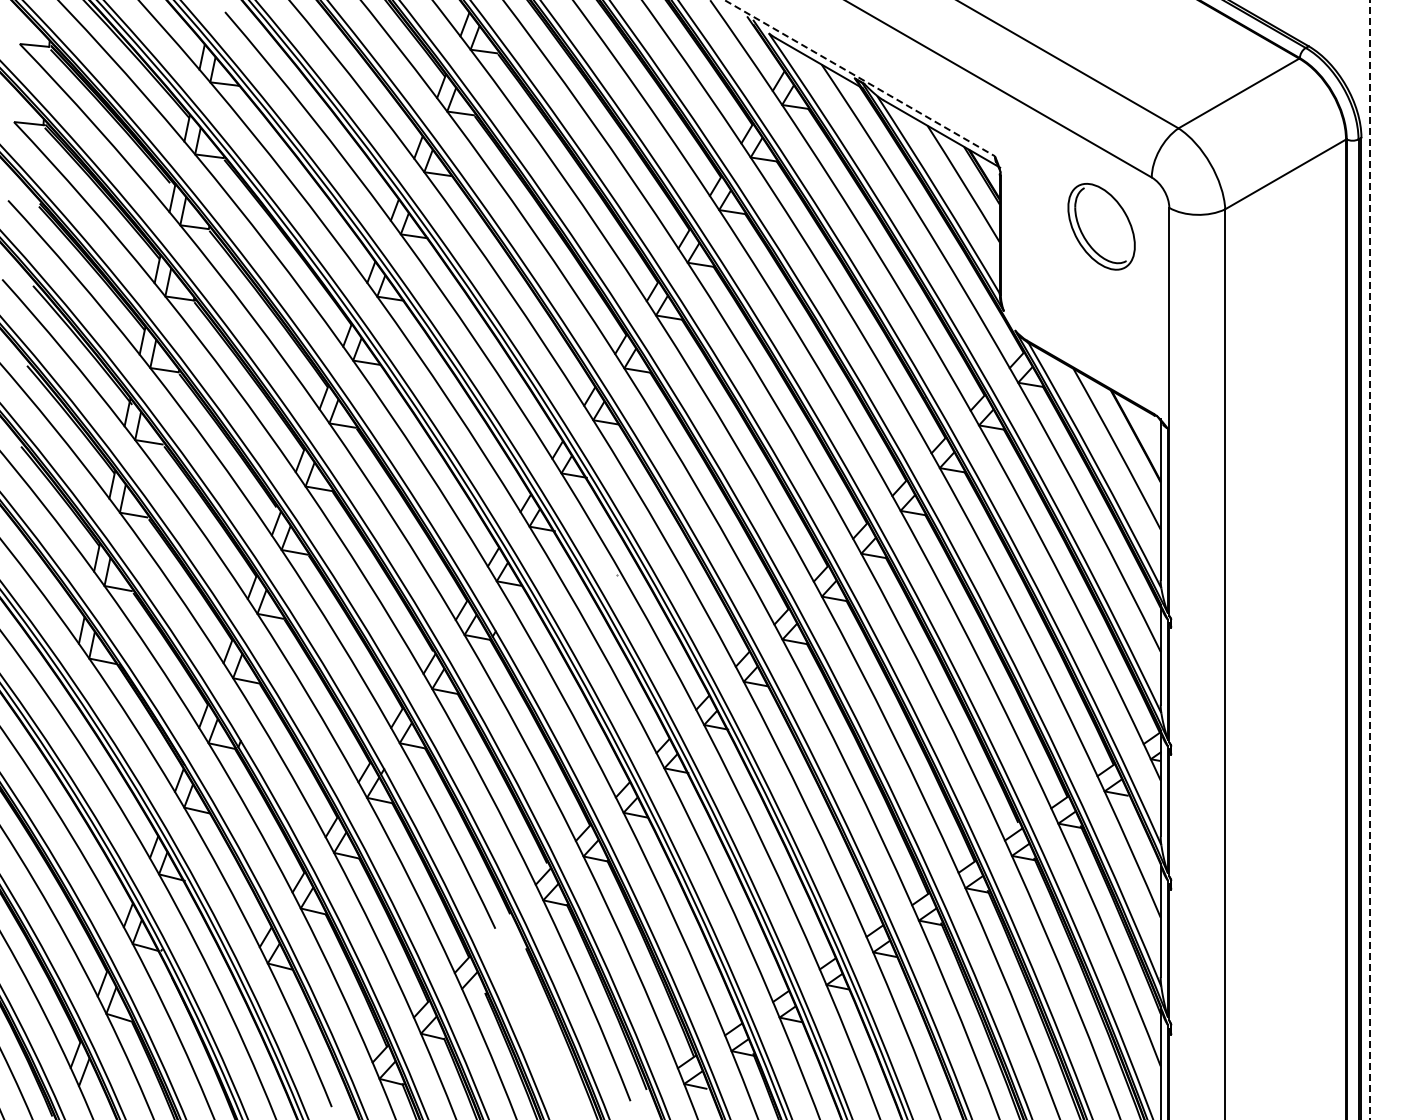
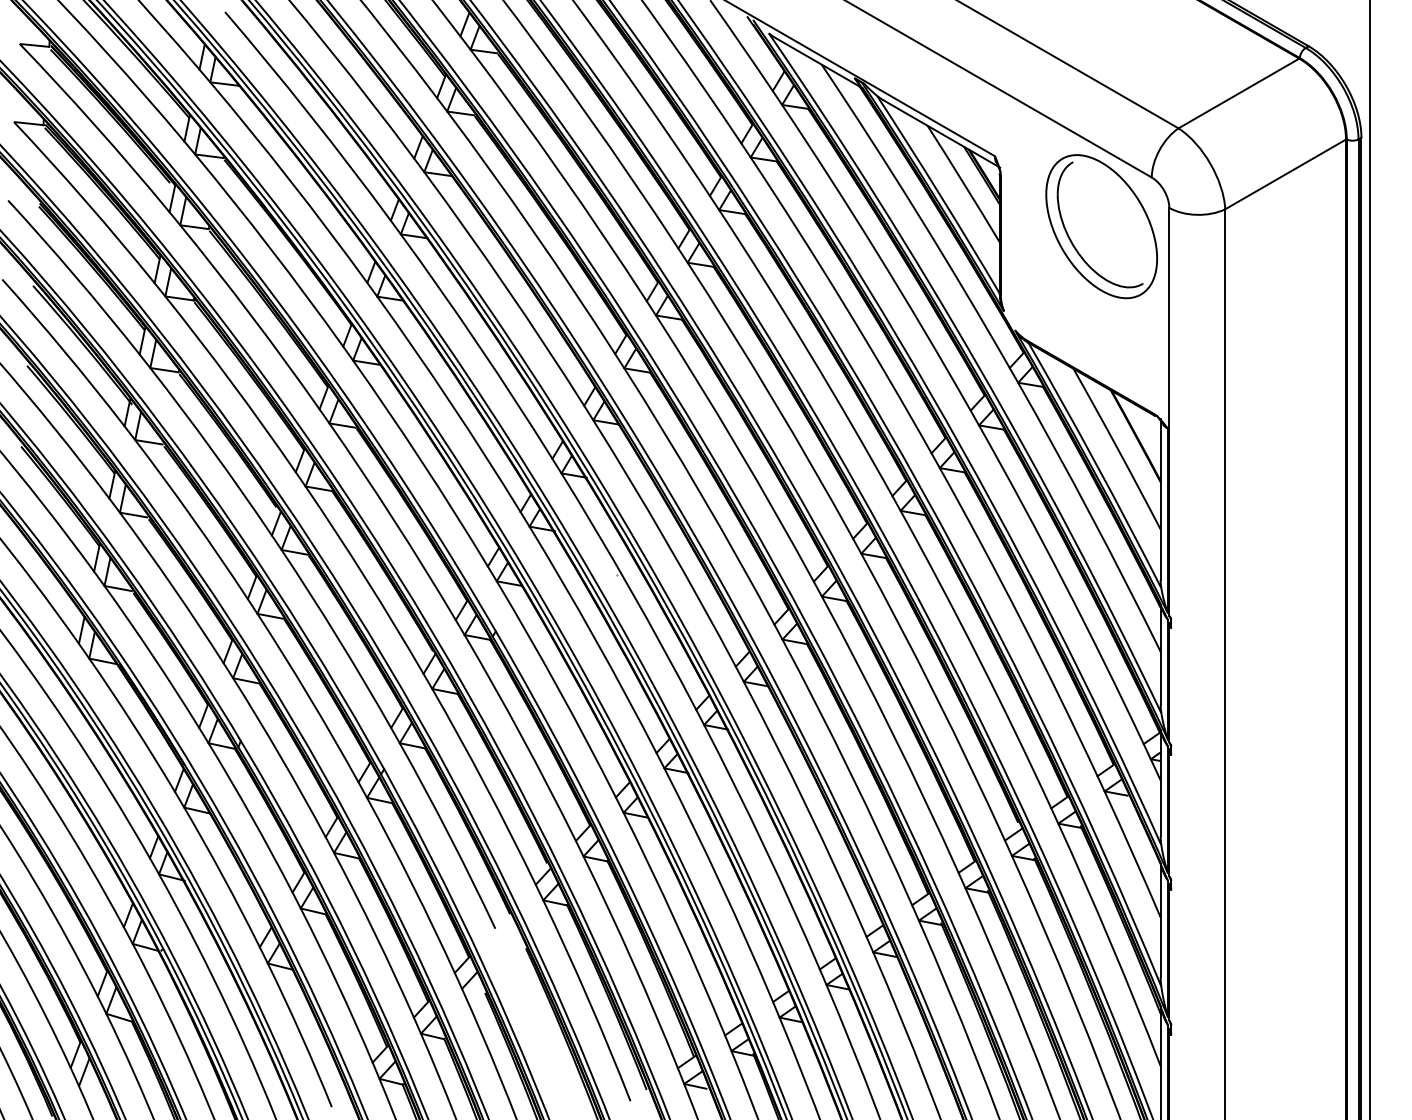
line at (859, 78): dashed -> solid
part at (1101, 226) size: 69x88 px -> 113x146 px
line at (1369, 560): dashed -> solid
